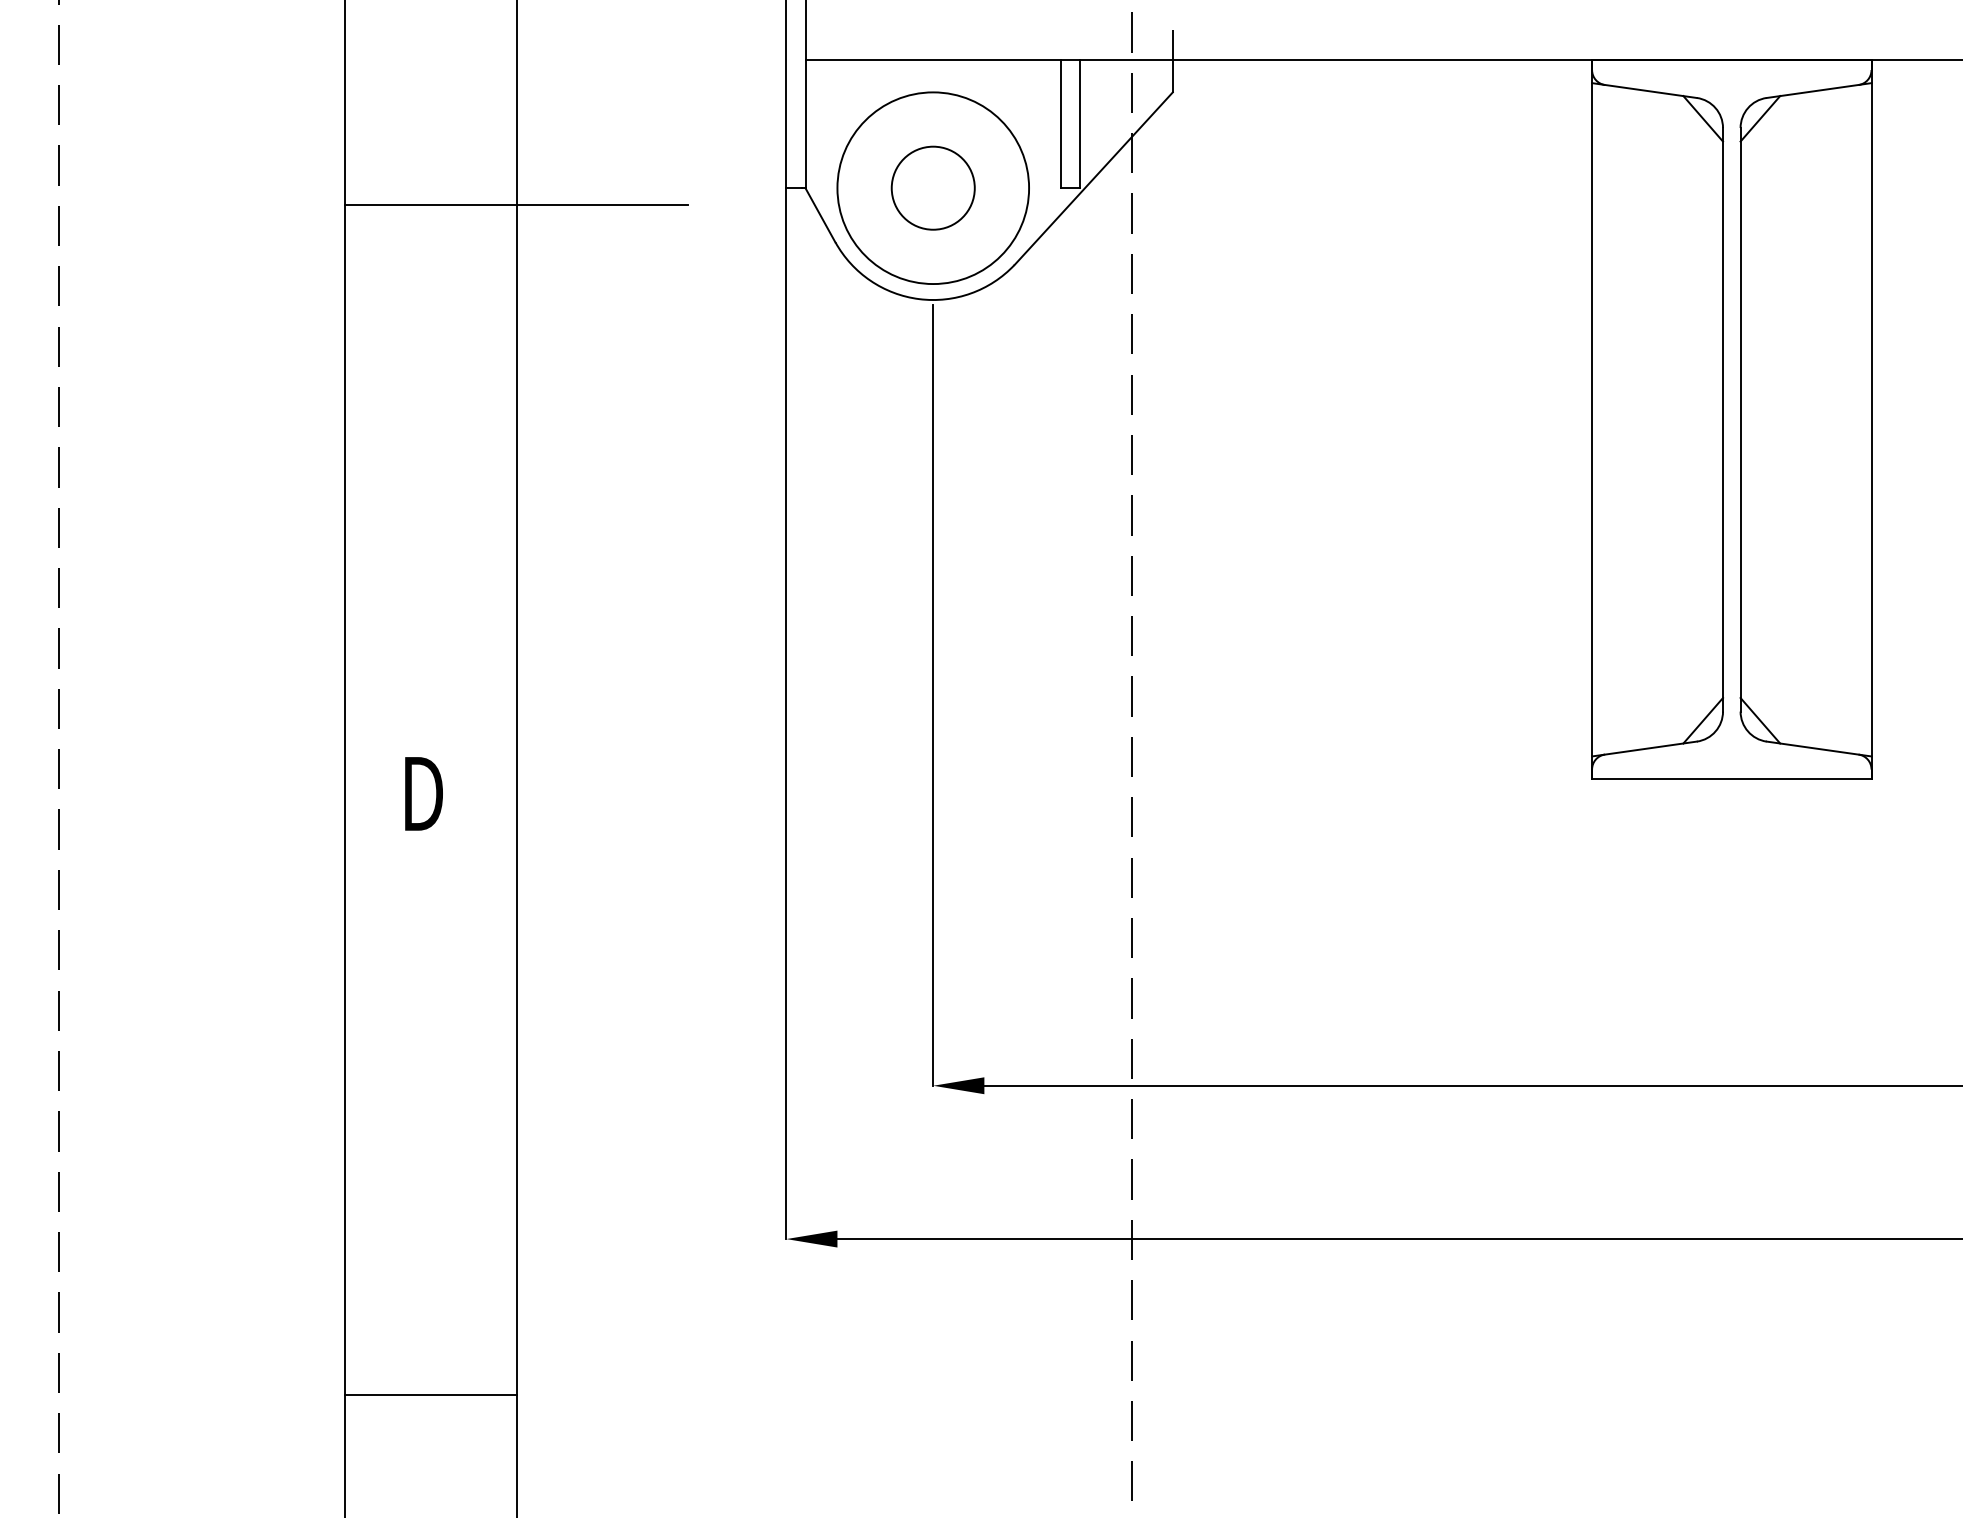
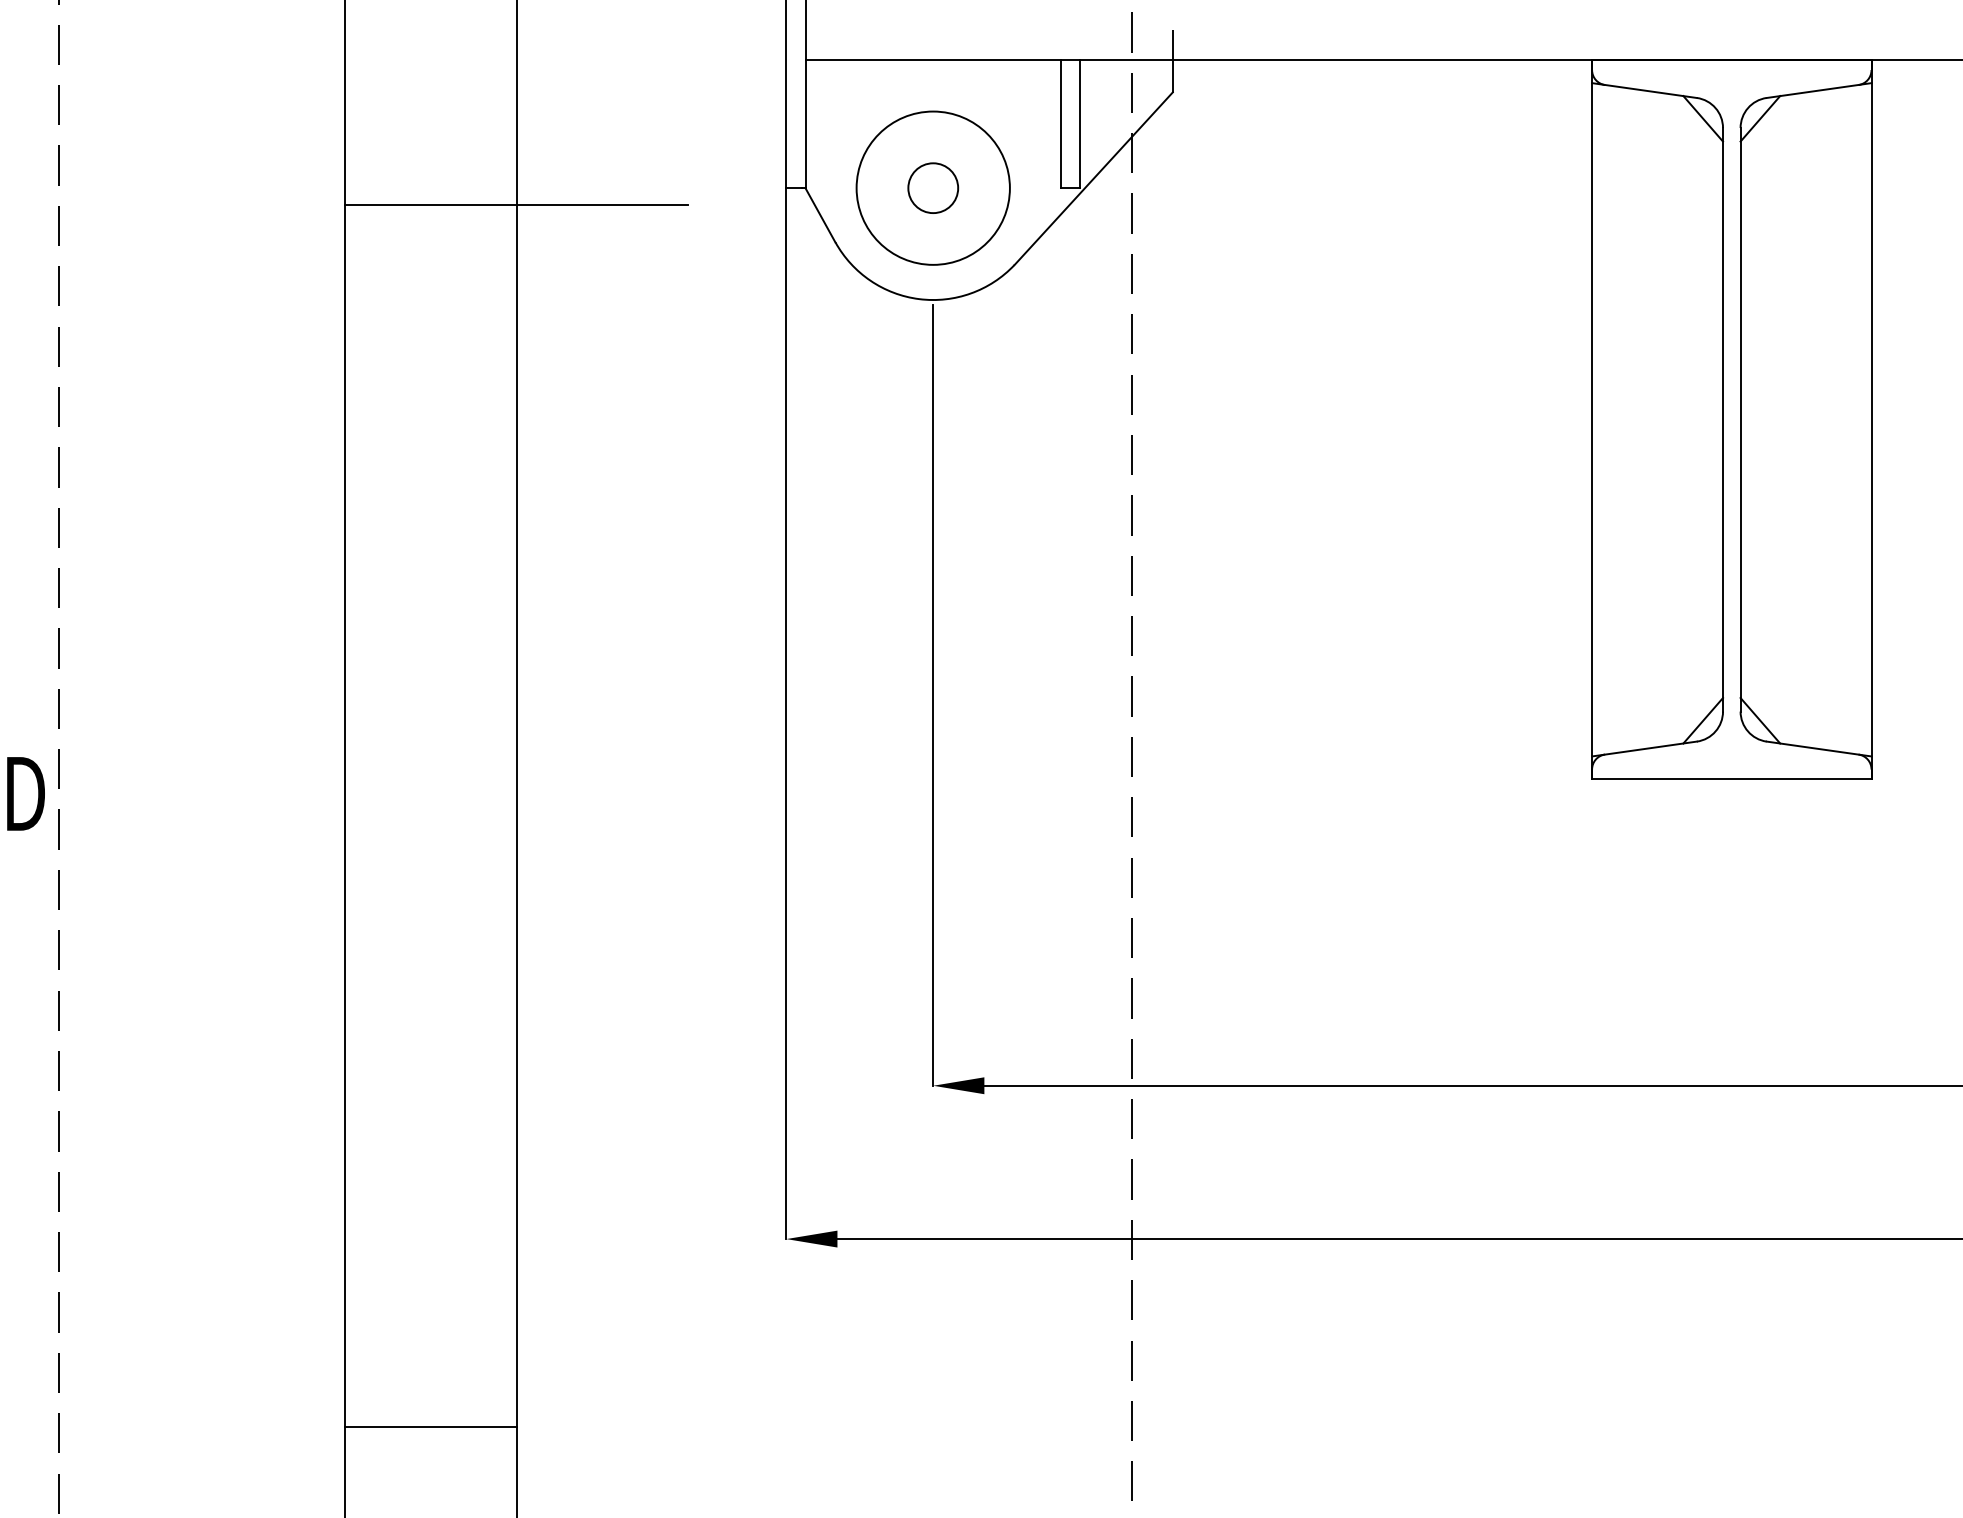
circle at (932, 187) diameter: 83 px -> 50 px
circle at (933, 188) diameter: 192 px -> 153 px
text at (423, 793) position: (423, 793) -> (25, 793)
line at (430, 1395) position: (430, 1395) -> (430, 1427)
